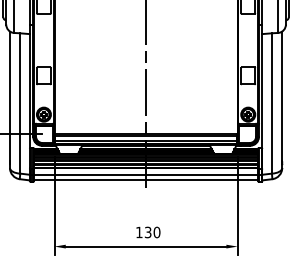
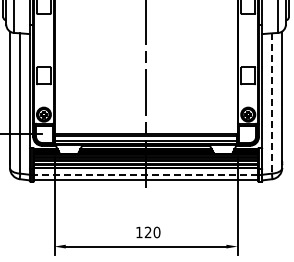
line at (271, 103): solid -> dashed
line at (145, 174): solid -> dashed
text at (148, 232): 130 -> 120
